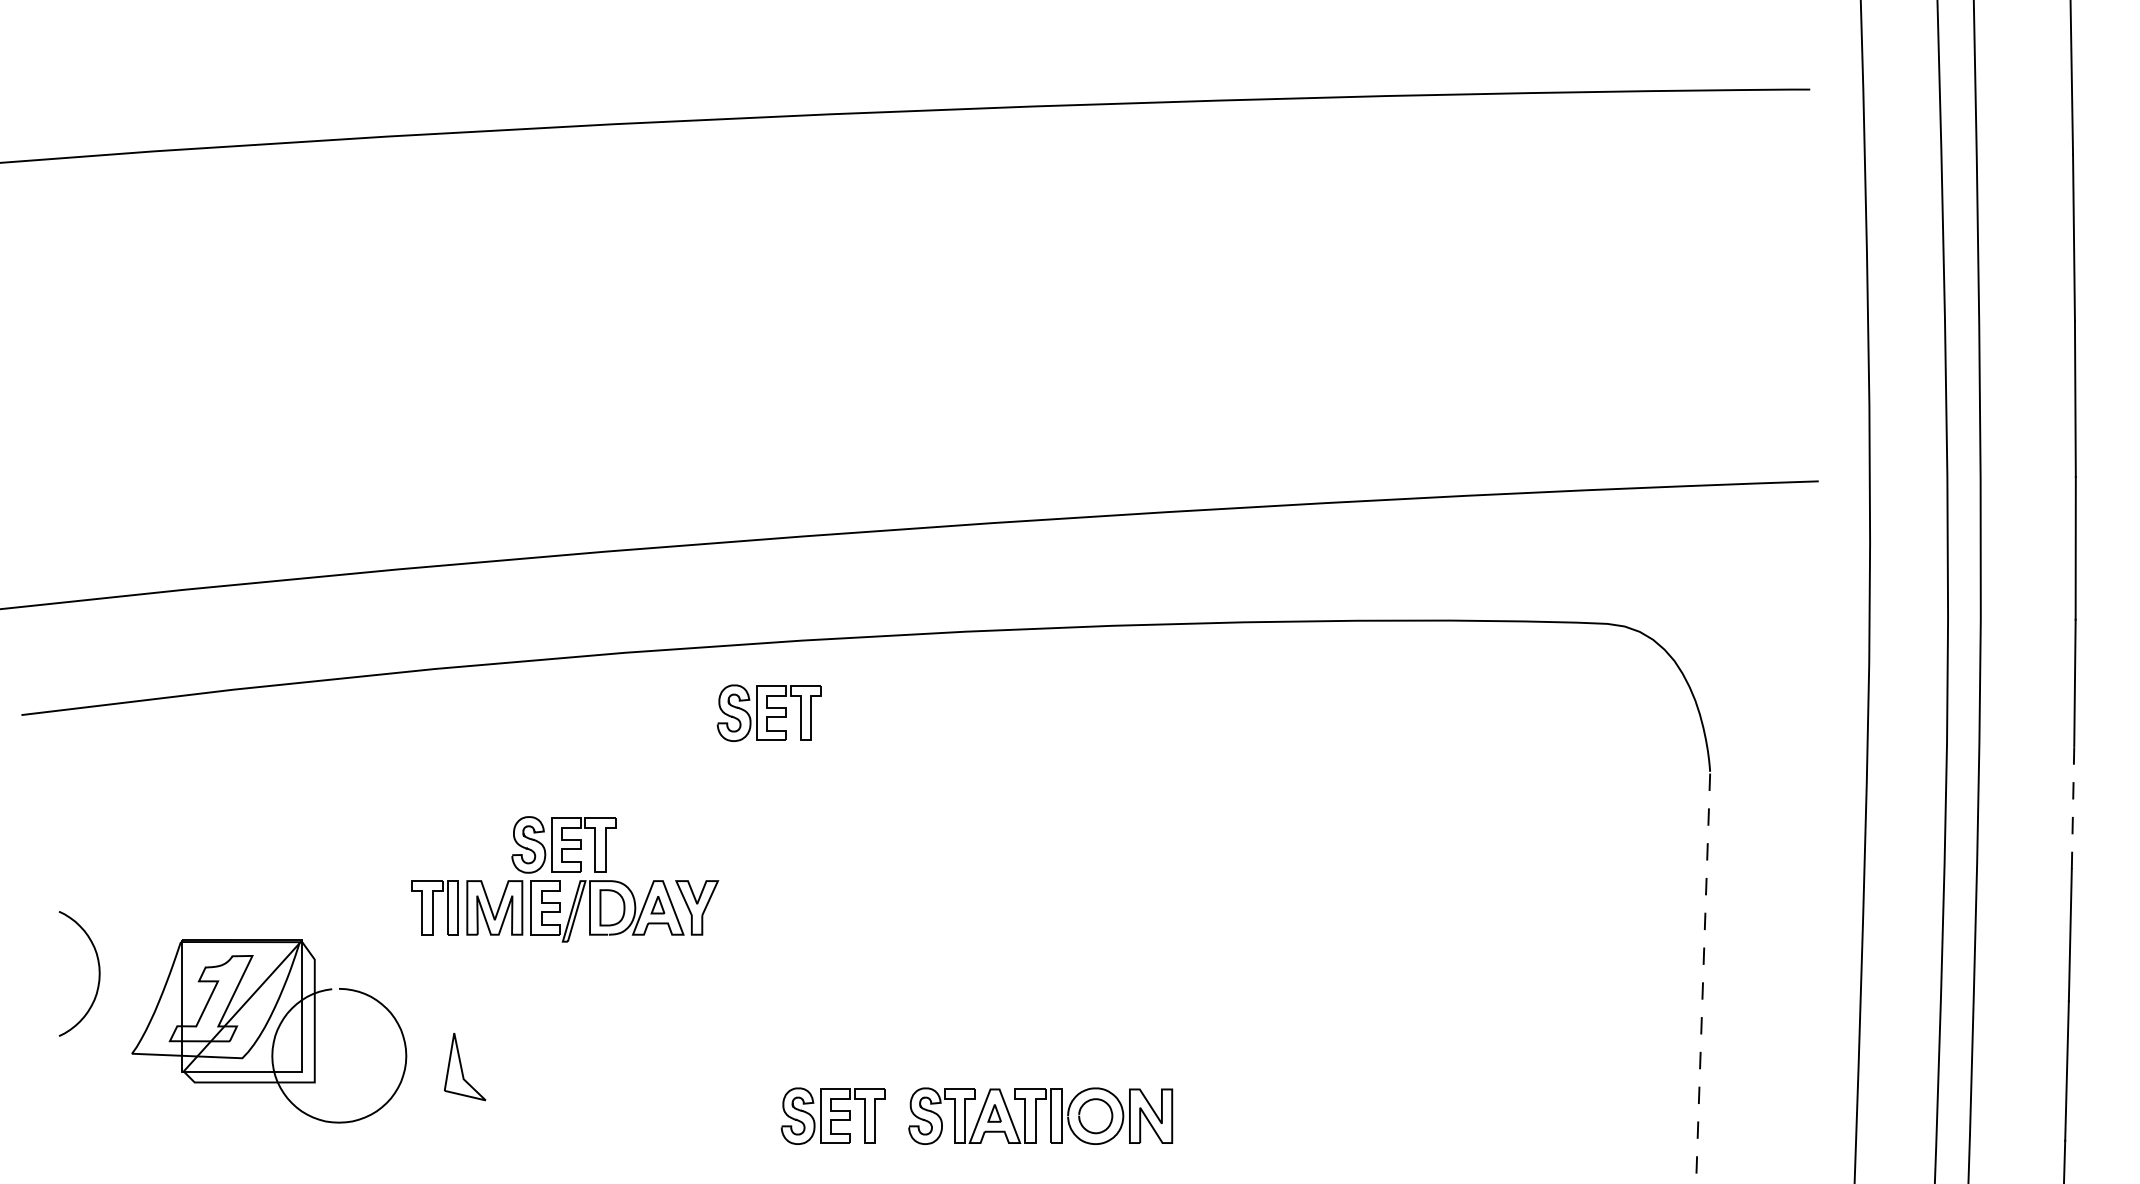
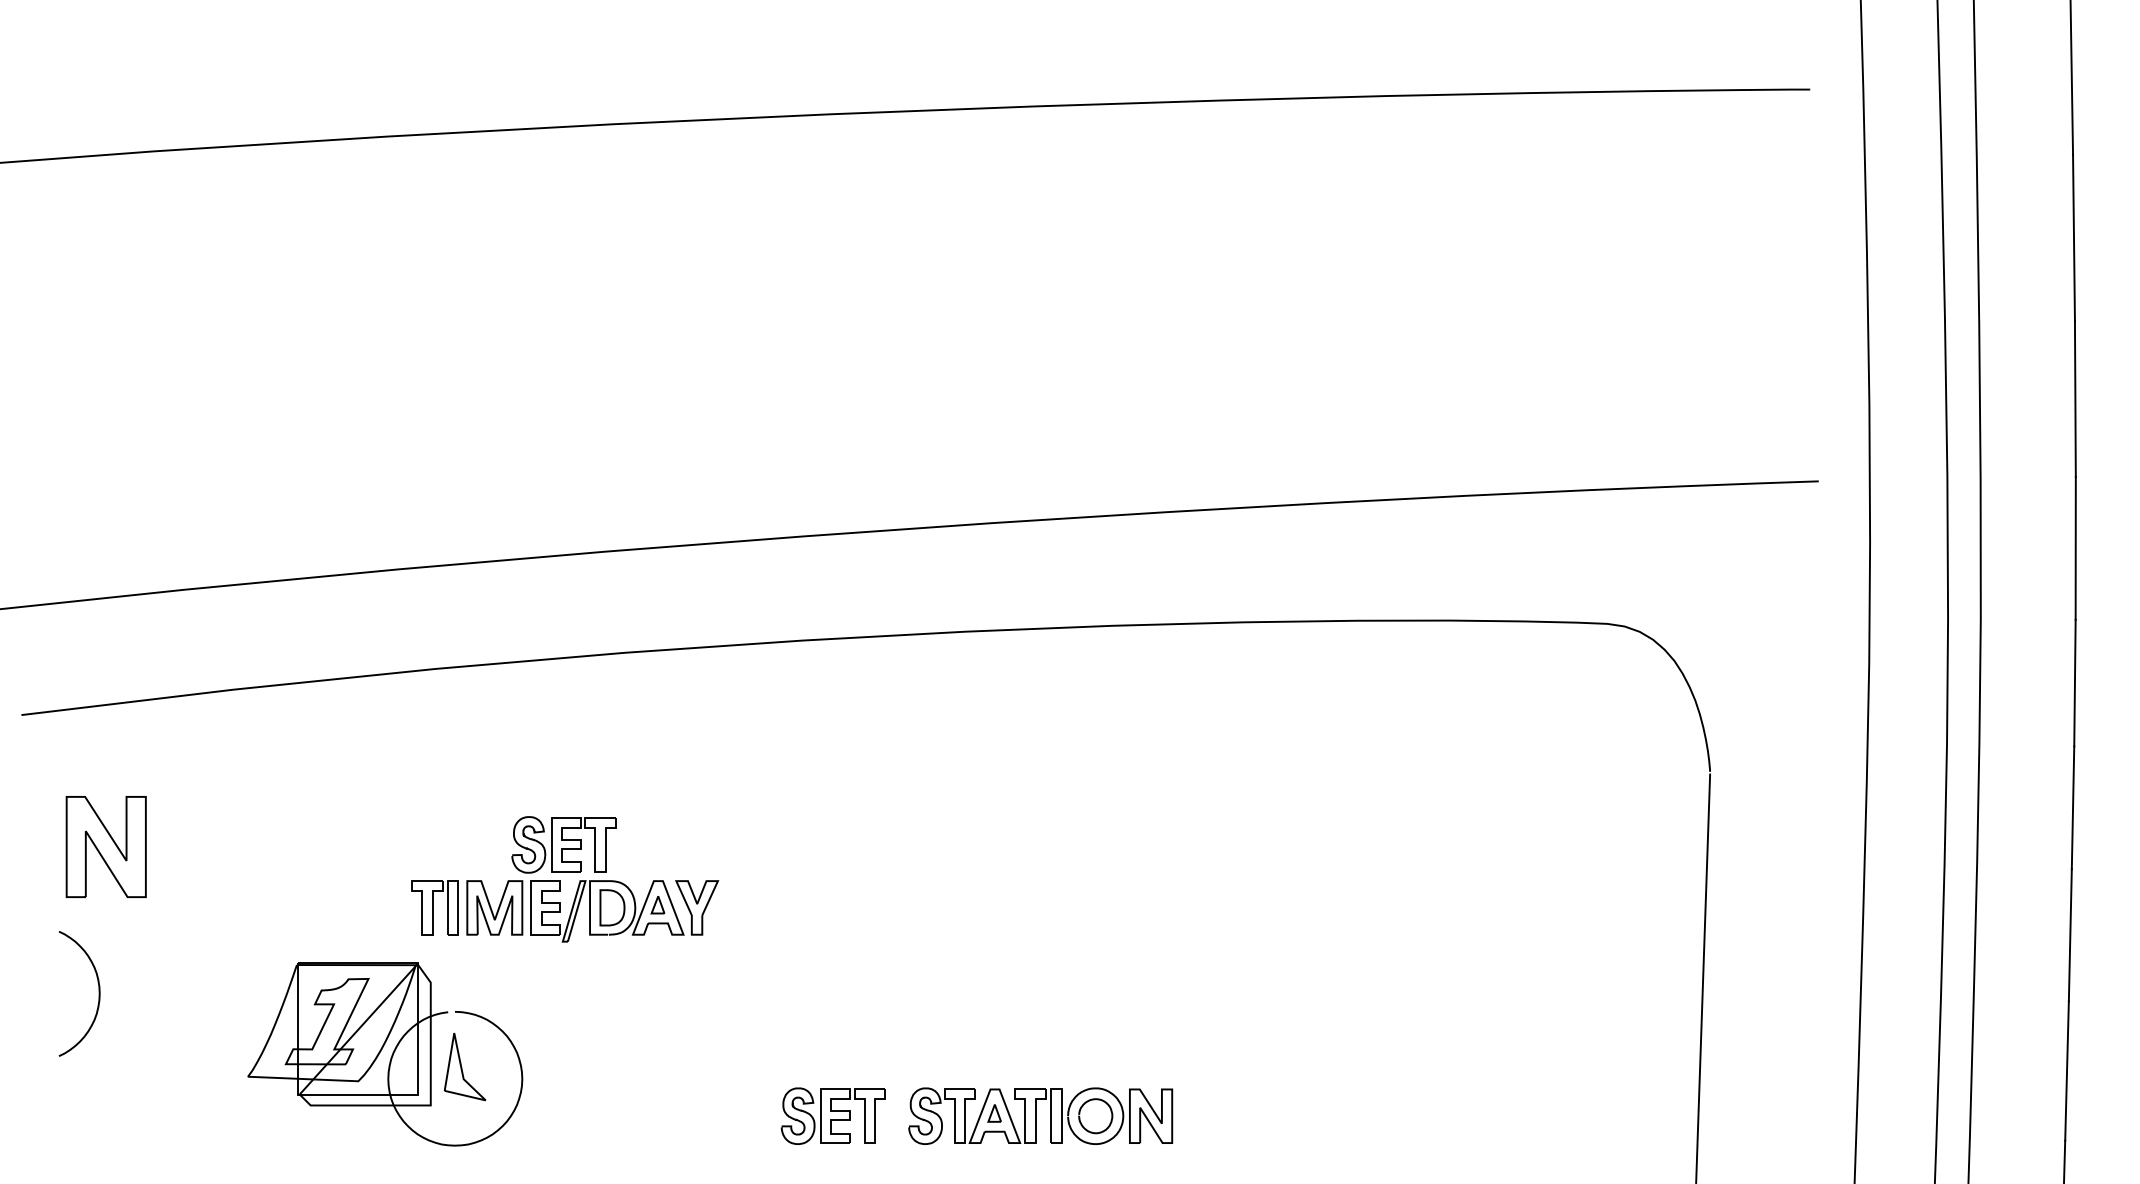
part at (768, 712): present -> none
line at (2073, 807): dashed -> solid
part at (105, 846): none -> present
curve at (98, 973) position: (98, 973) -> (98, 993)
line at (1703, 978): dashed -> solid
part at (269, 1031) position: (269, 1031) -> (385, 1054)
